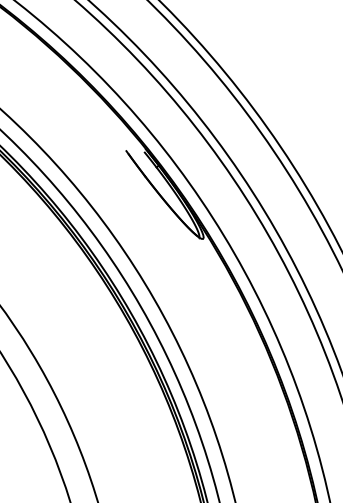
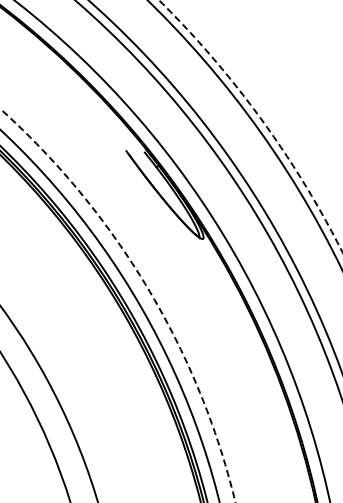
circle at (250, 126): solid -> dashed
circle at (117, 305): solid -> dashed
